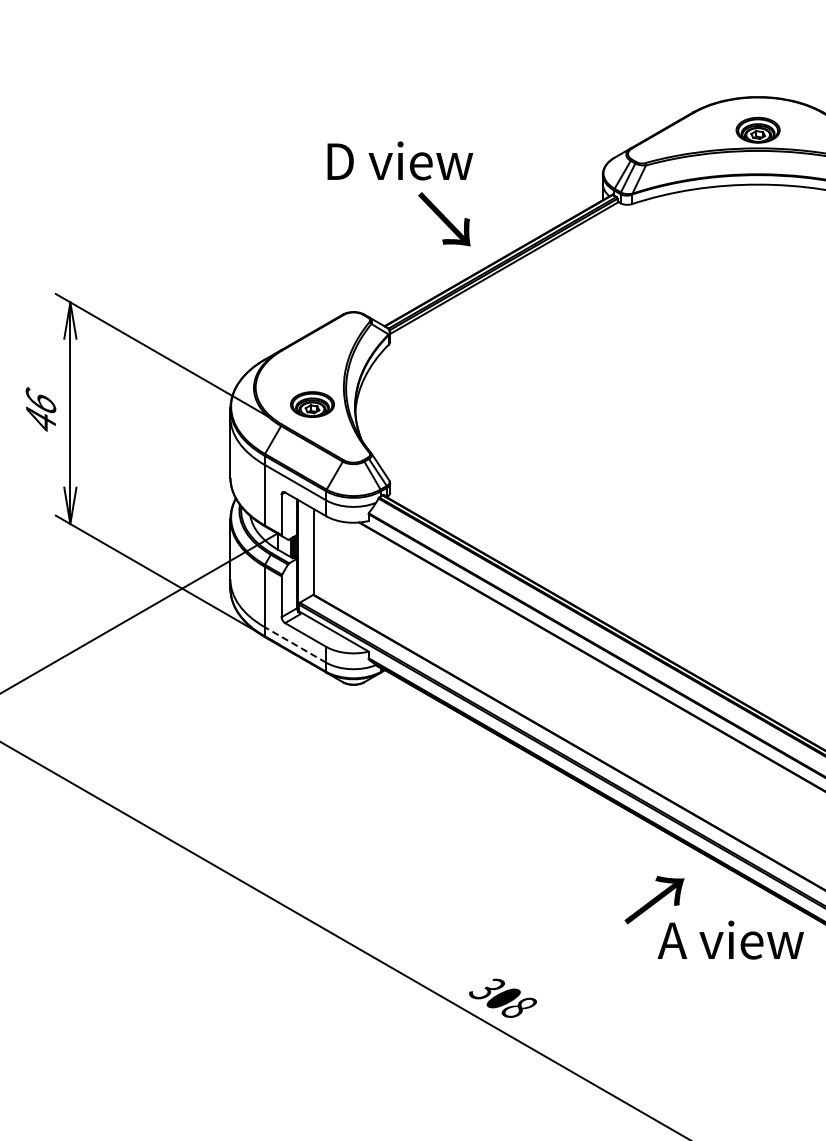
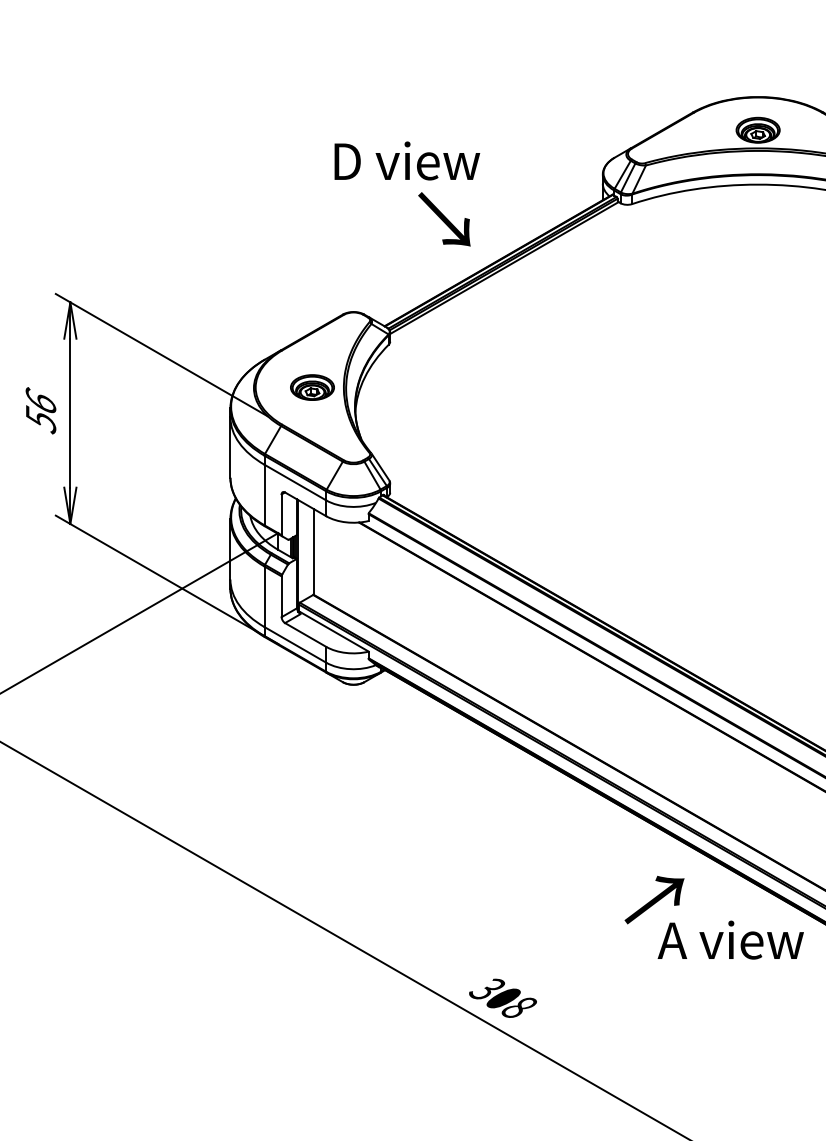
text at (400, 160) position: (400, 160) -> (407, 160)
part at (312, 404) position: (312, 404) -> (312, 387)
text at (41, 419): 46 -> 56
line at (295, 644): dashed -> solid
